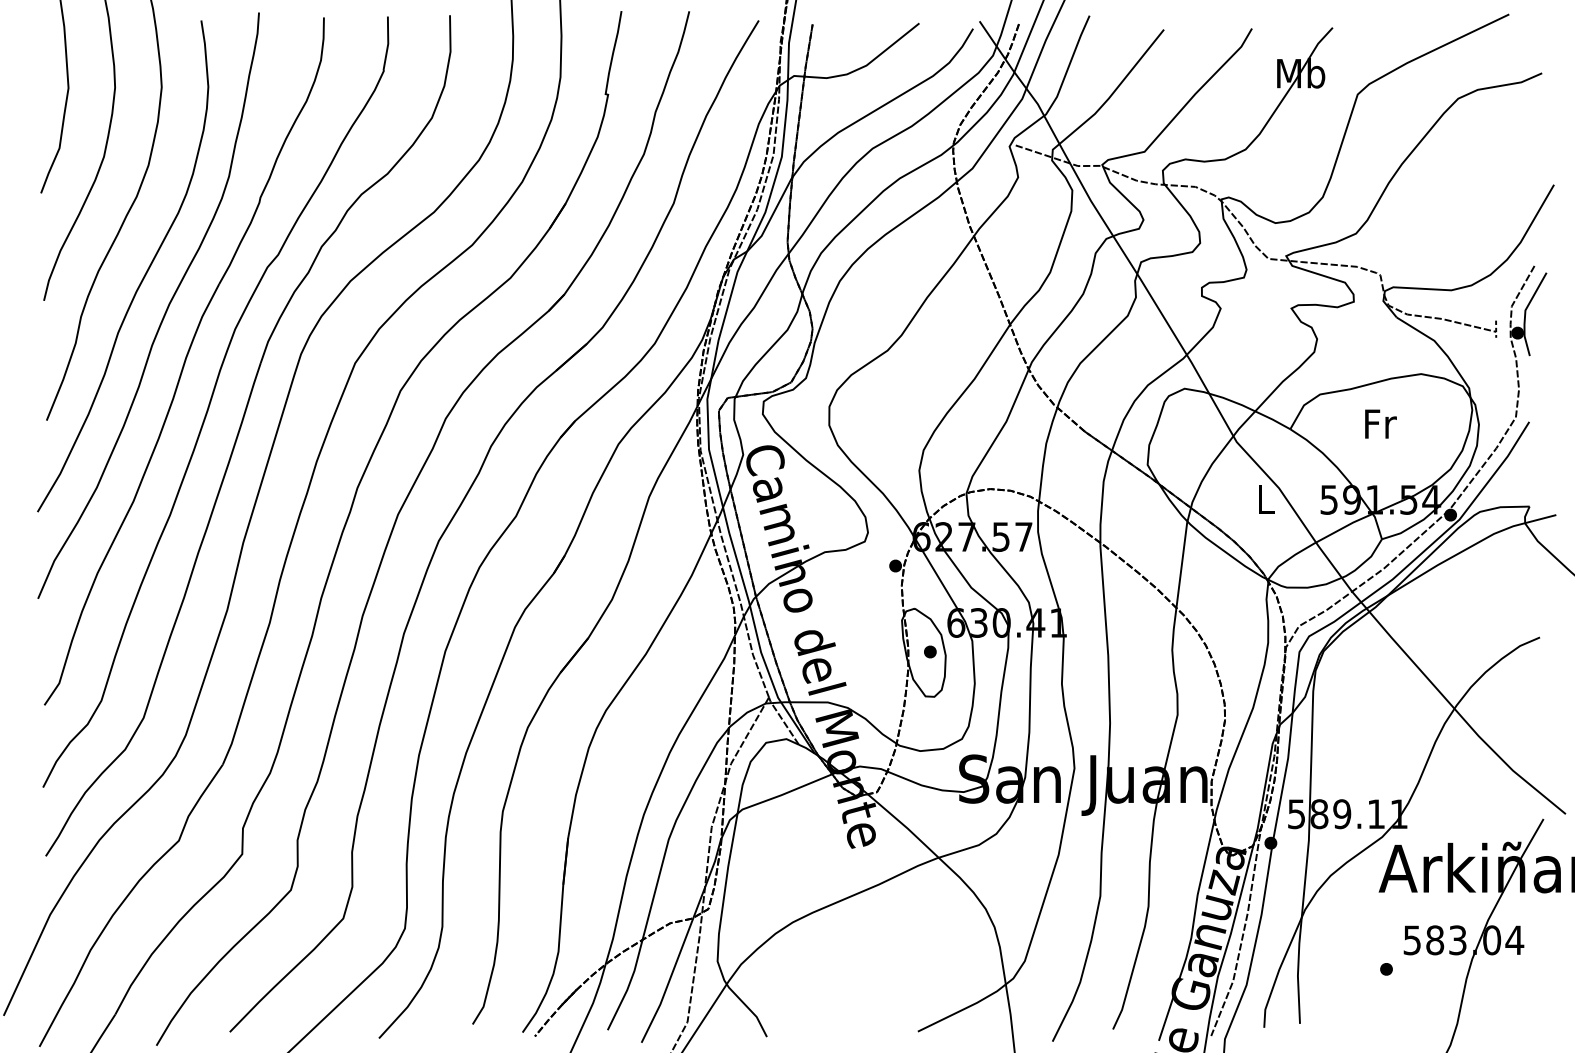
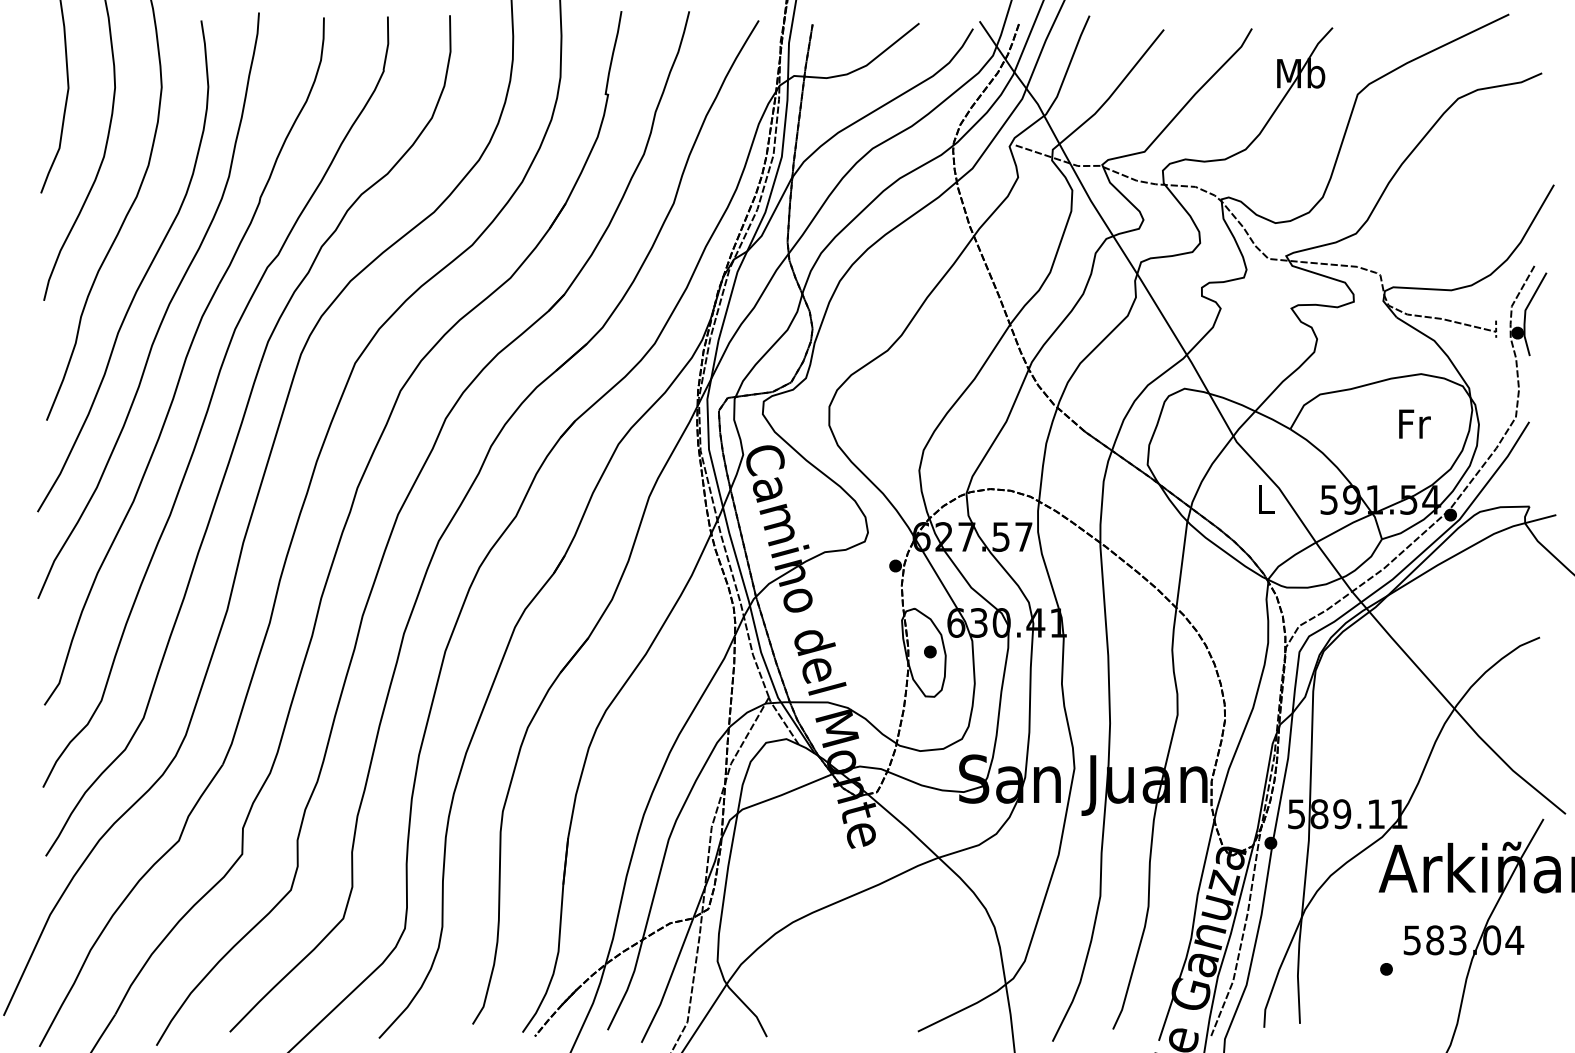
text at (1380, 423) position: (1380, 423) -> (1414, 423)
